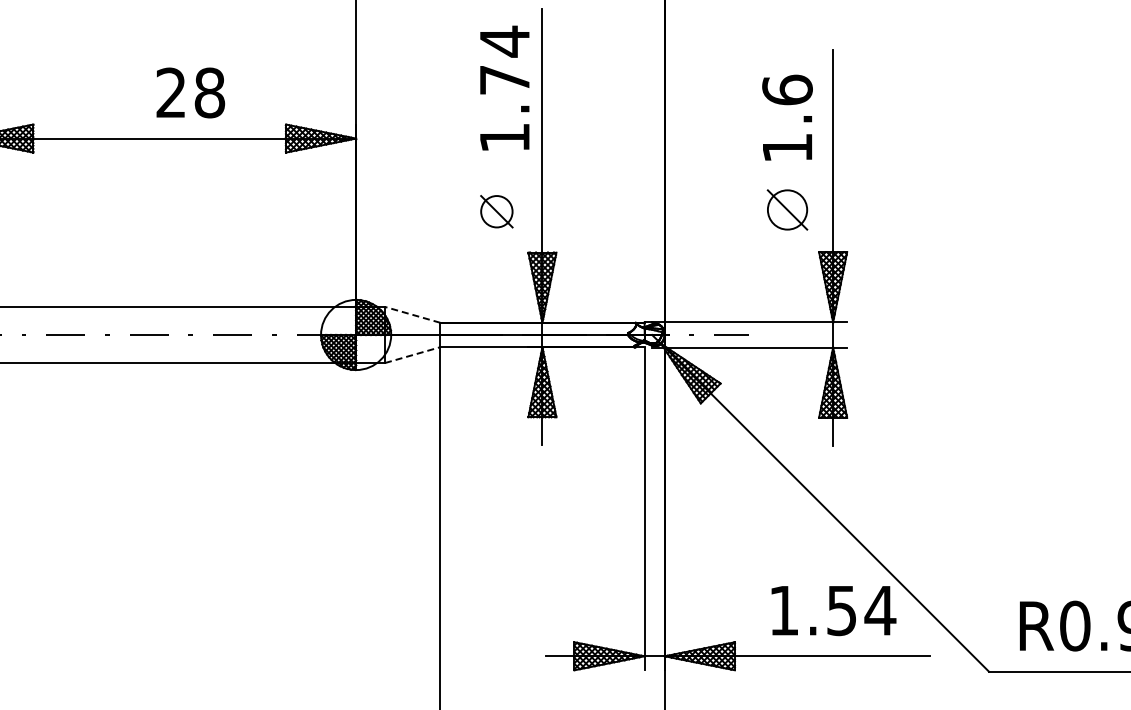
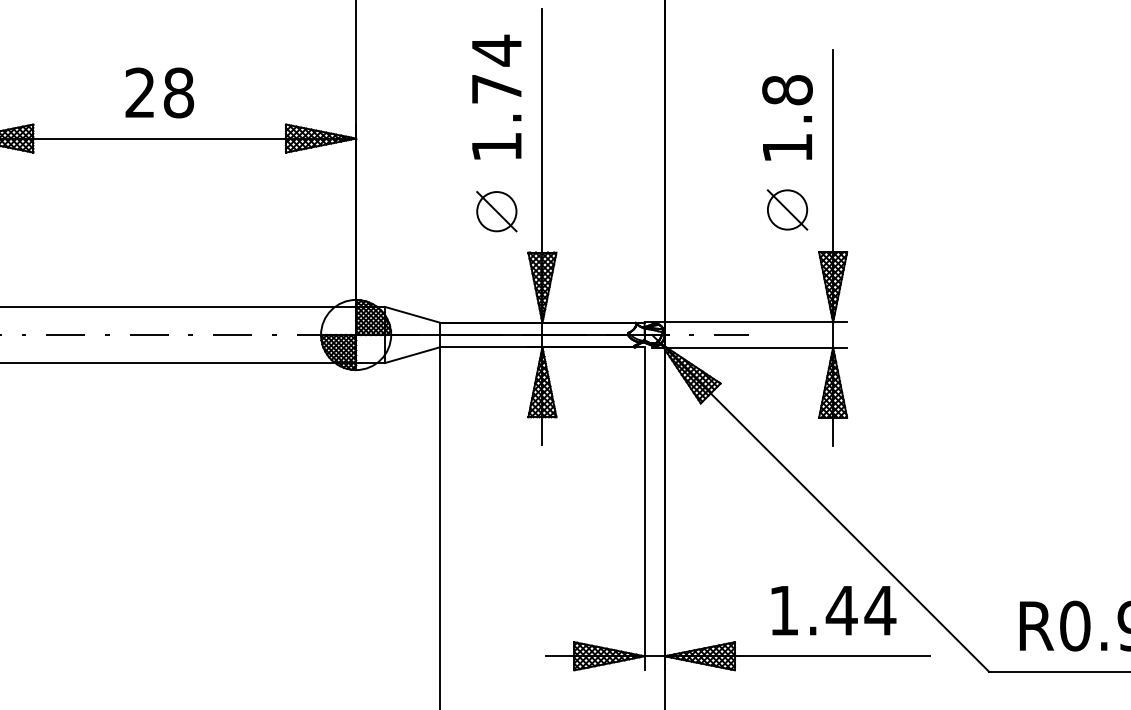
text at (504, 87) position: (504, 87) -> (496, 96)
text at (787, 89): 1.6 -> 1.8
text at (190, 92) position: (190, 92) -> (159, 92)
part at (496, 211) size: 34x34 px -> 42x42 px
line at (412, 314): dashed -> solid
line at (412, 355): dashed -> solid
text at (841, 611): 1.54 -> 1.44
